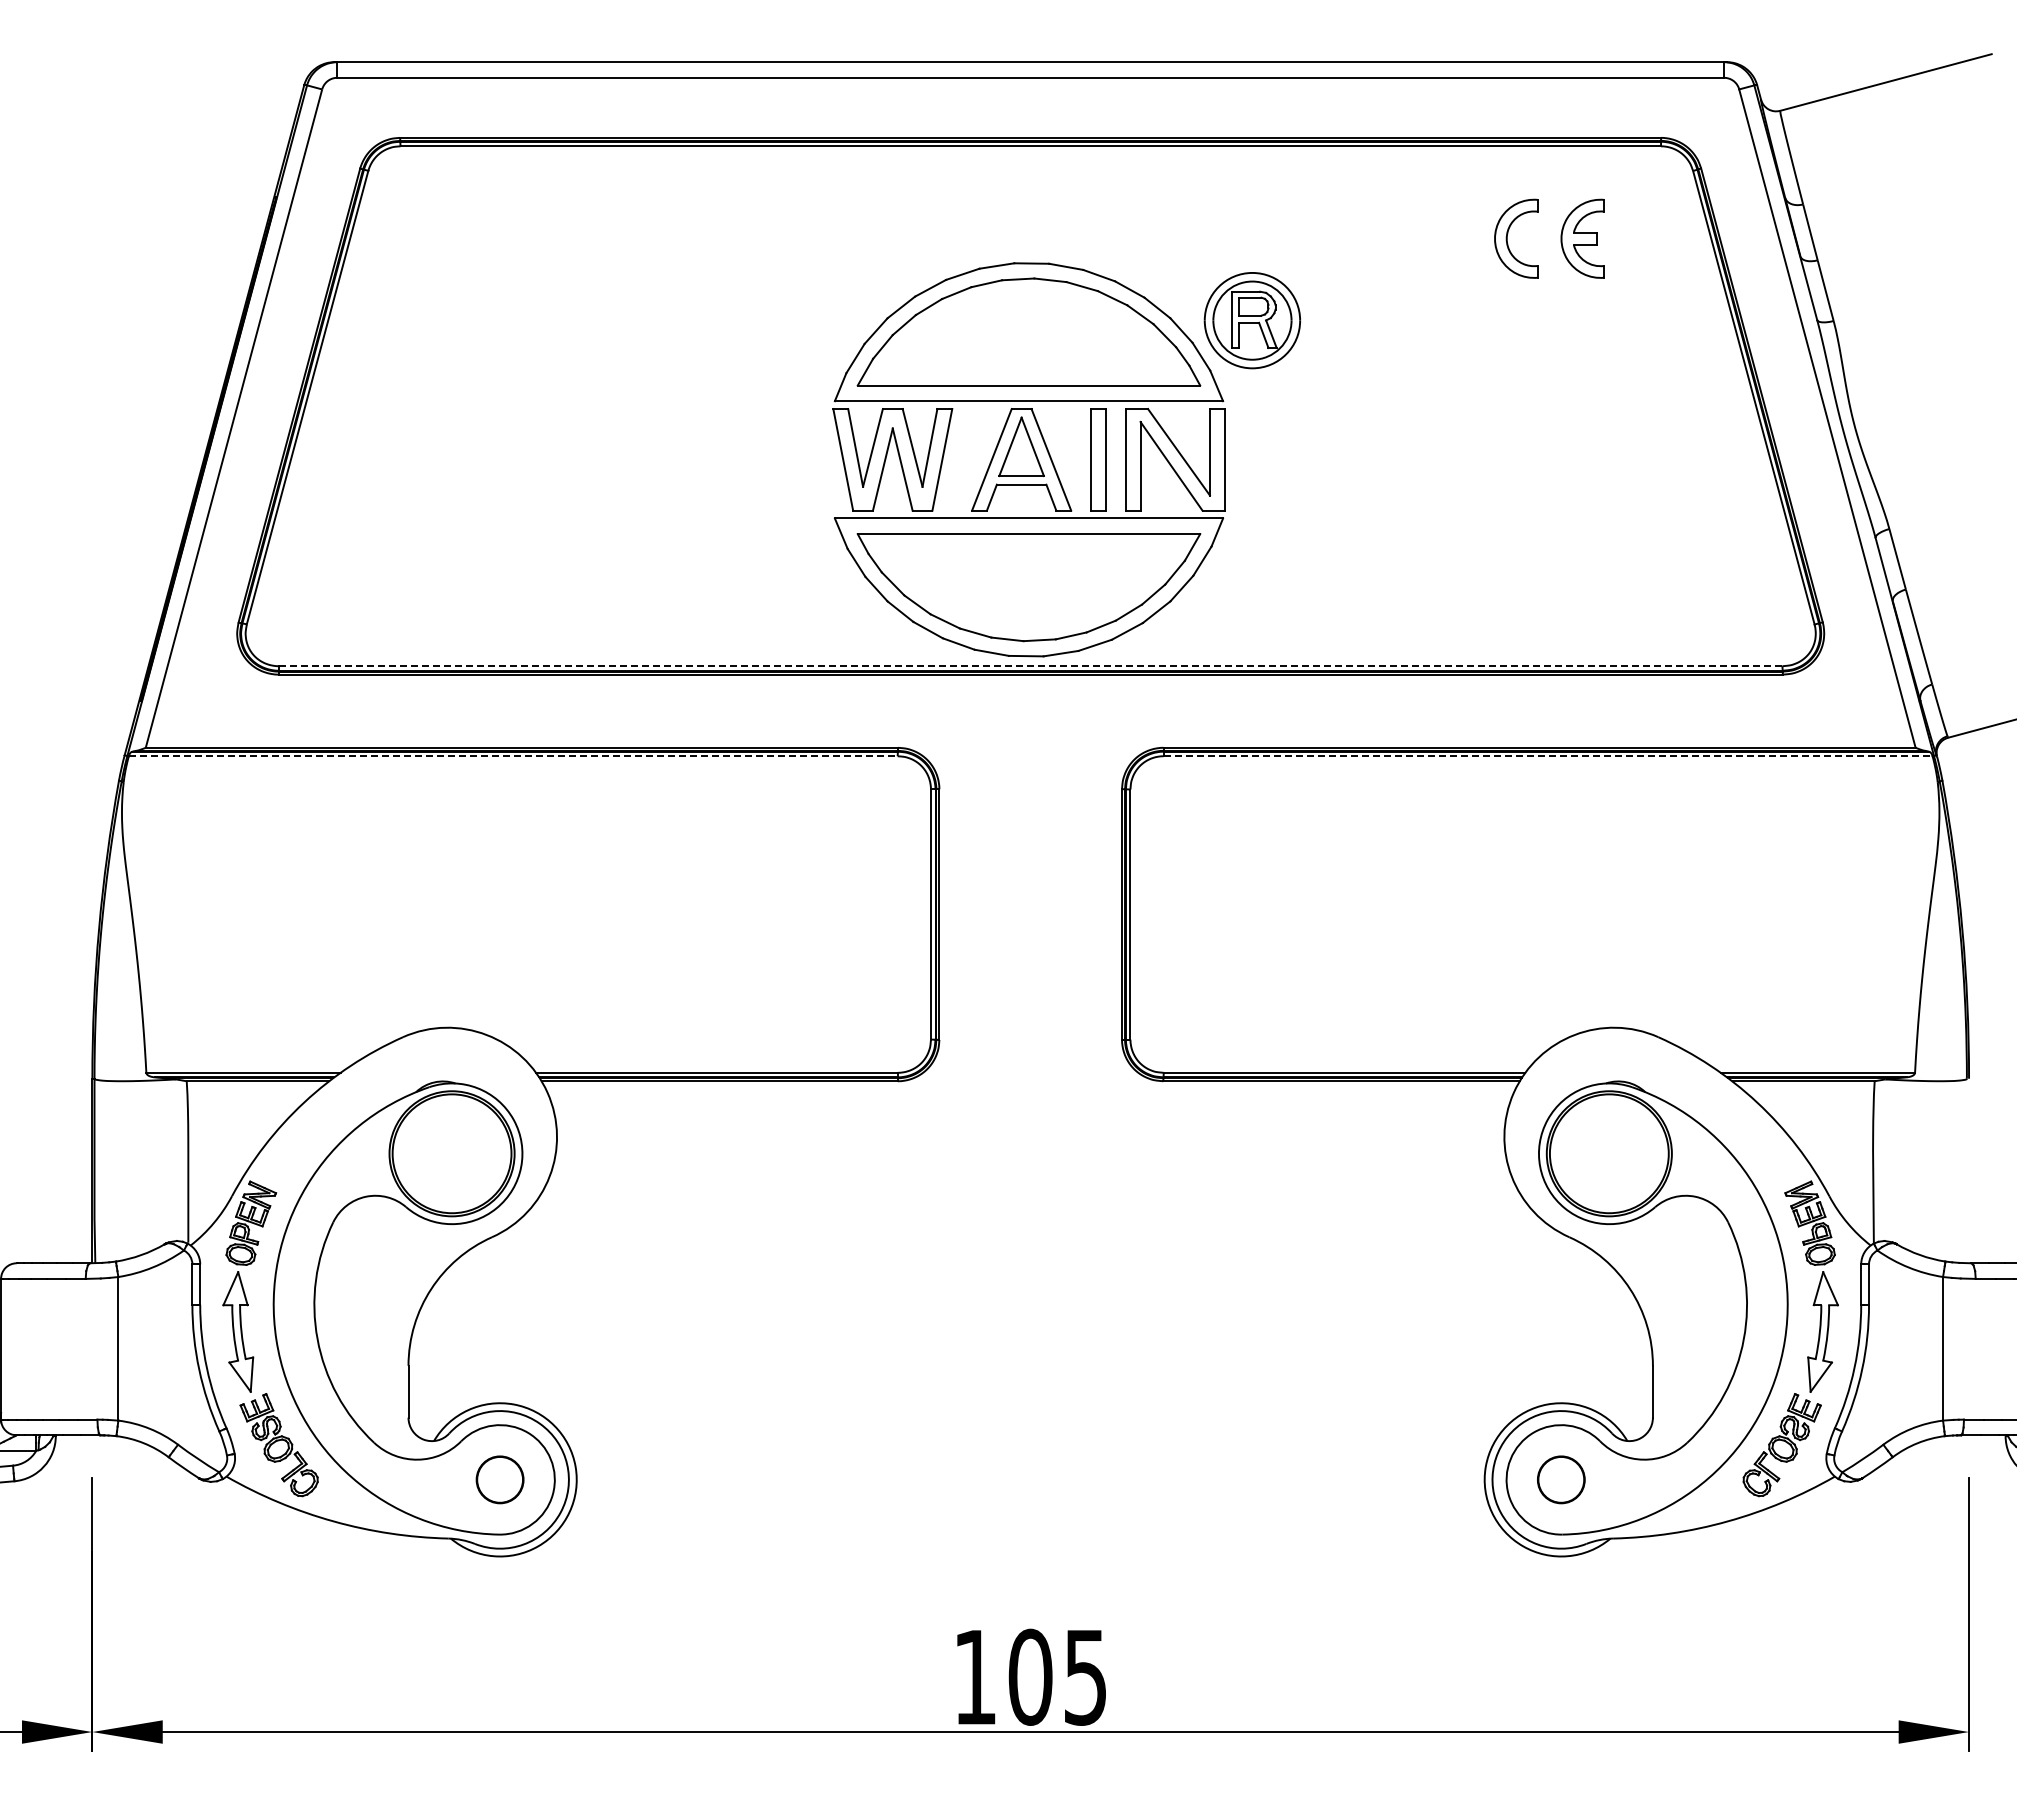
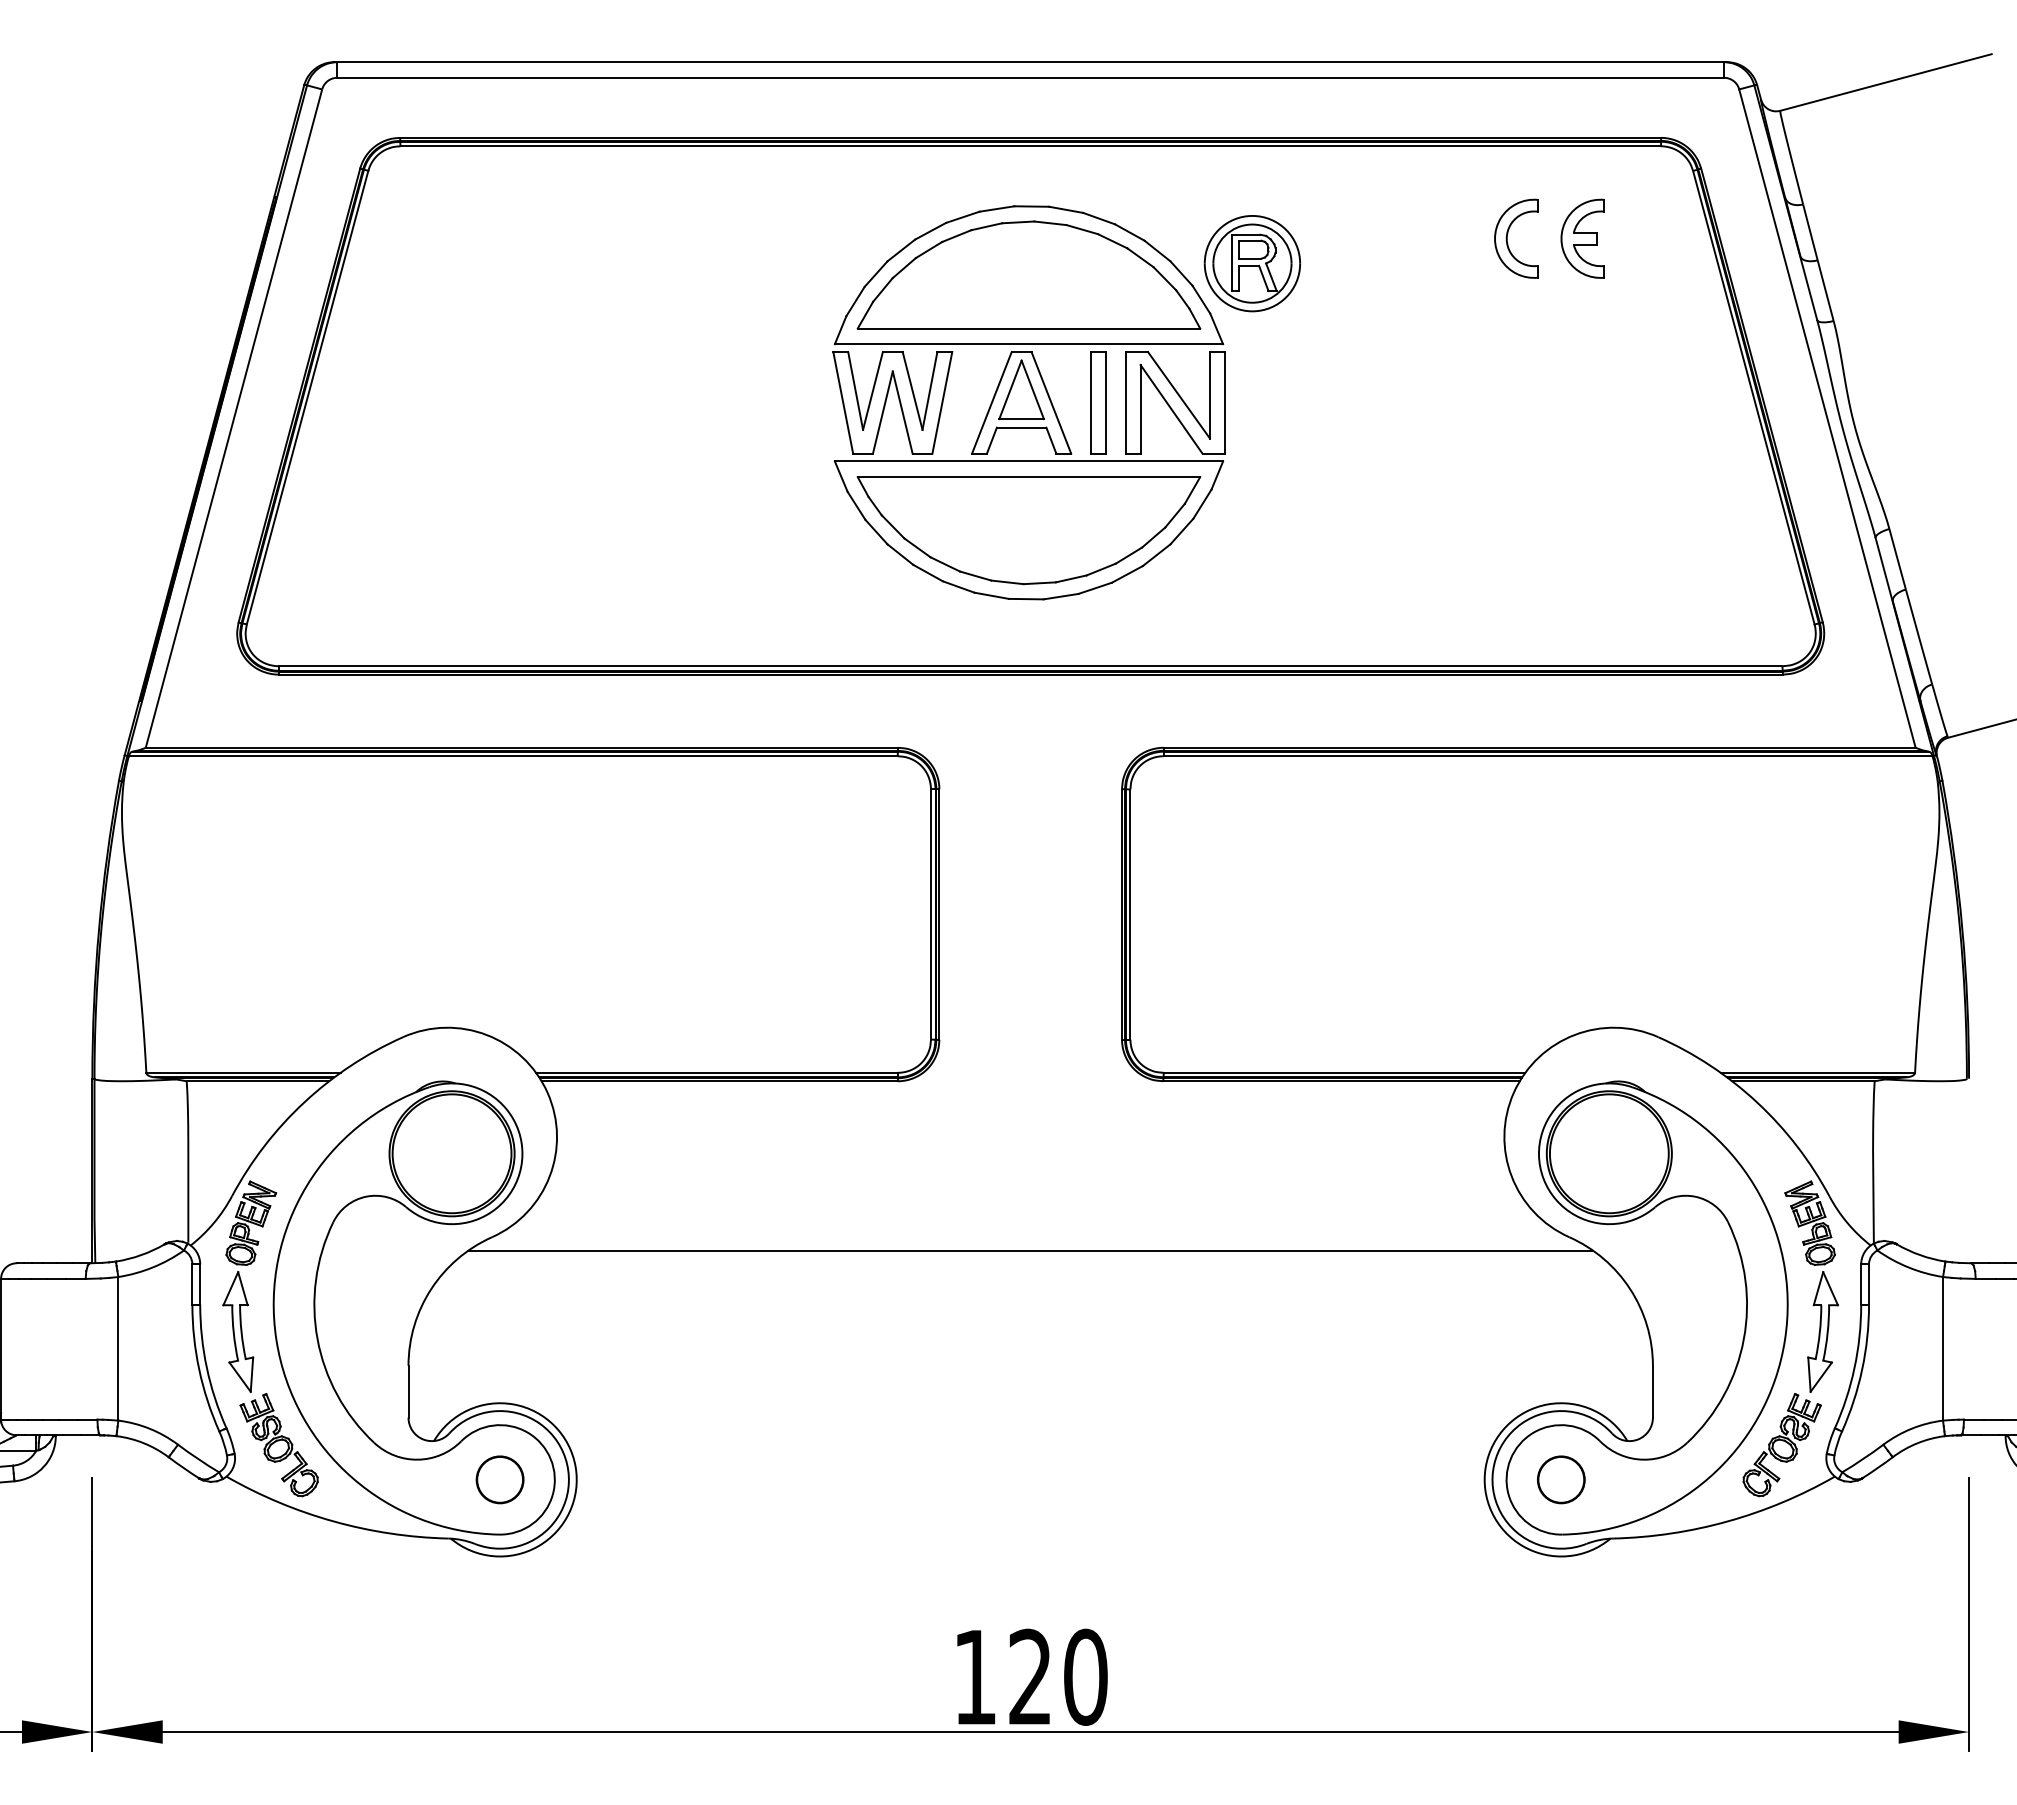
part at (1054, 464) position: (1054, 464) -> (1054, 407)
line at (1030, 666): dashed -> solid
line at (513, 756): dashed -> solid
line at (1548, 756): dashed -> solid
line at (1030, 1250): none -> present
text at (1057, 1676): 105 -> 120
